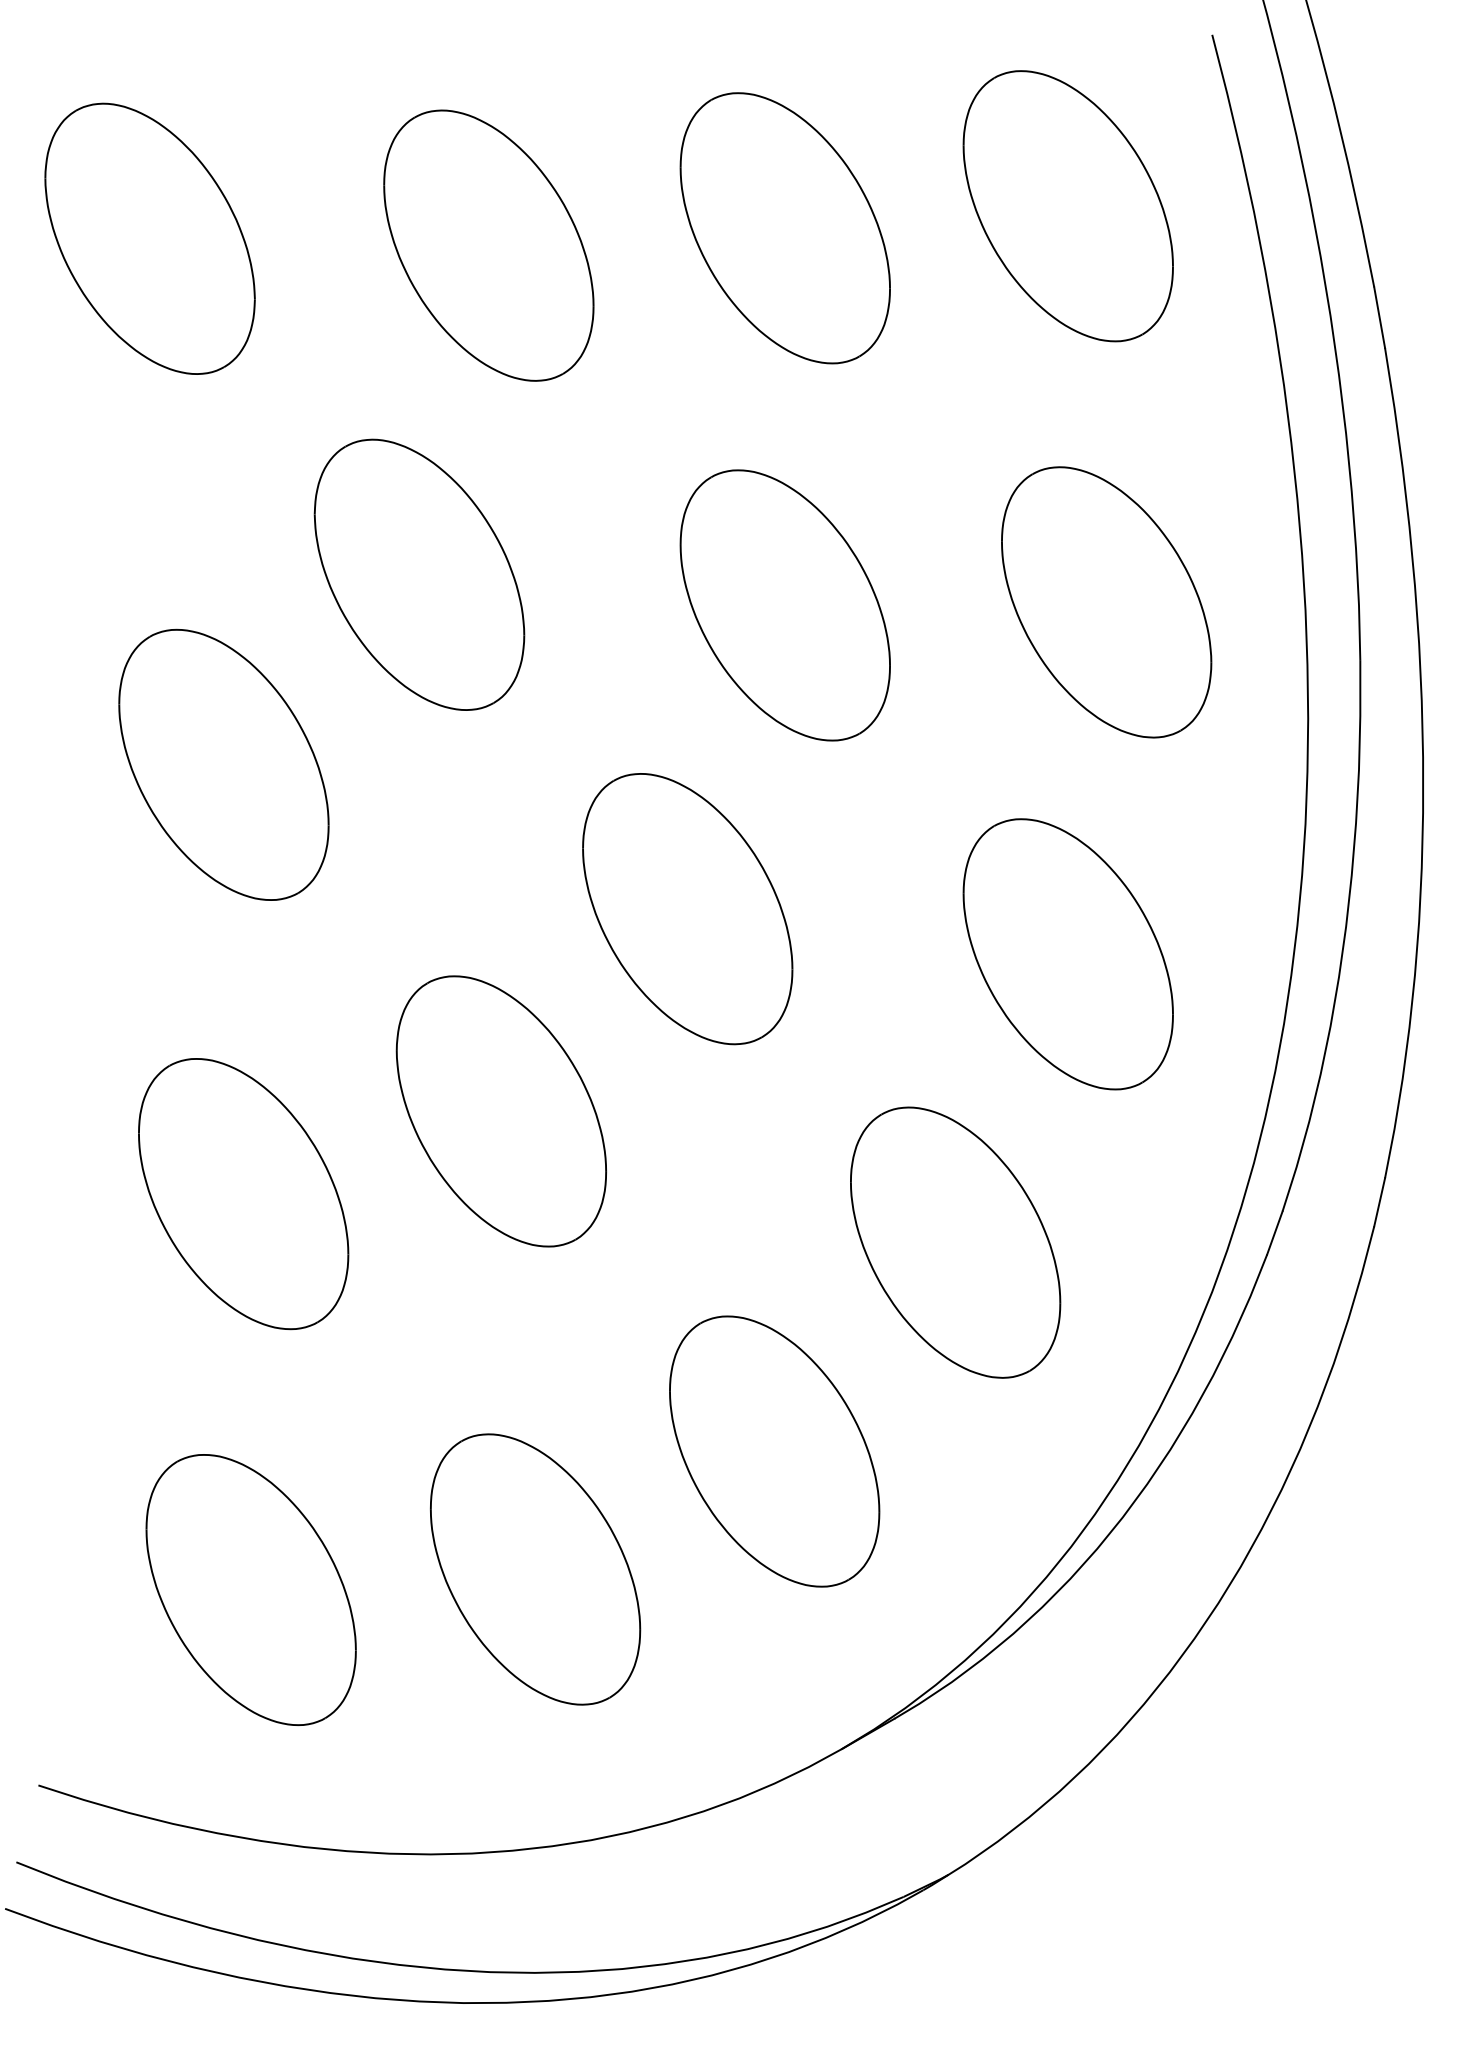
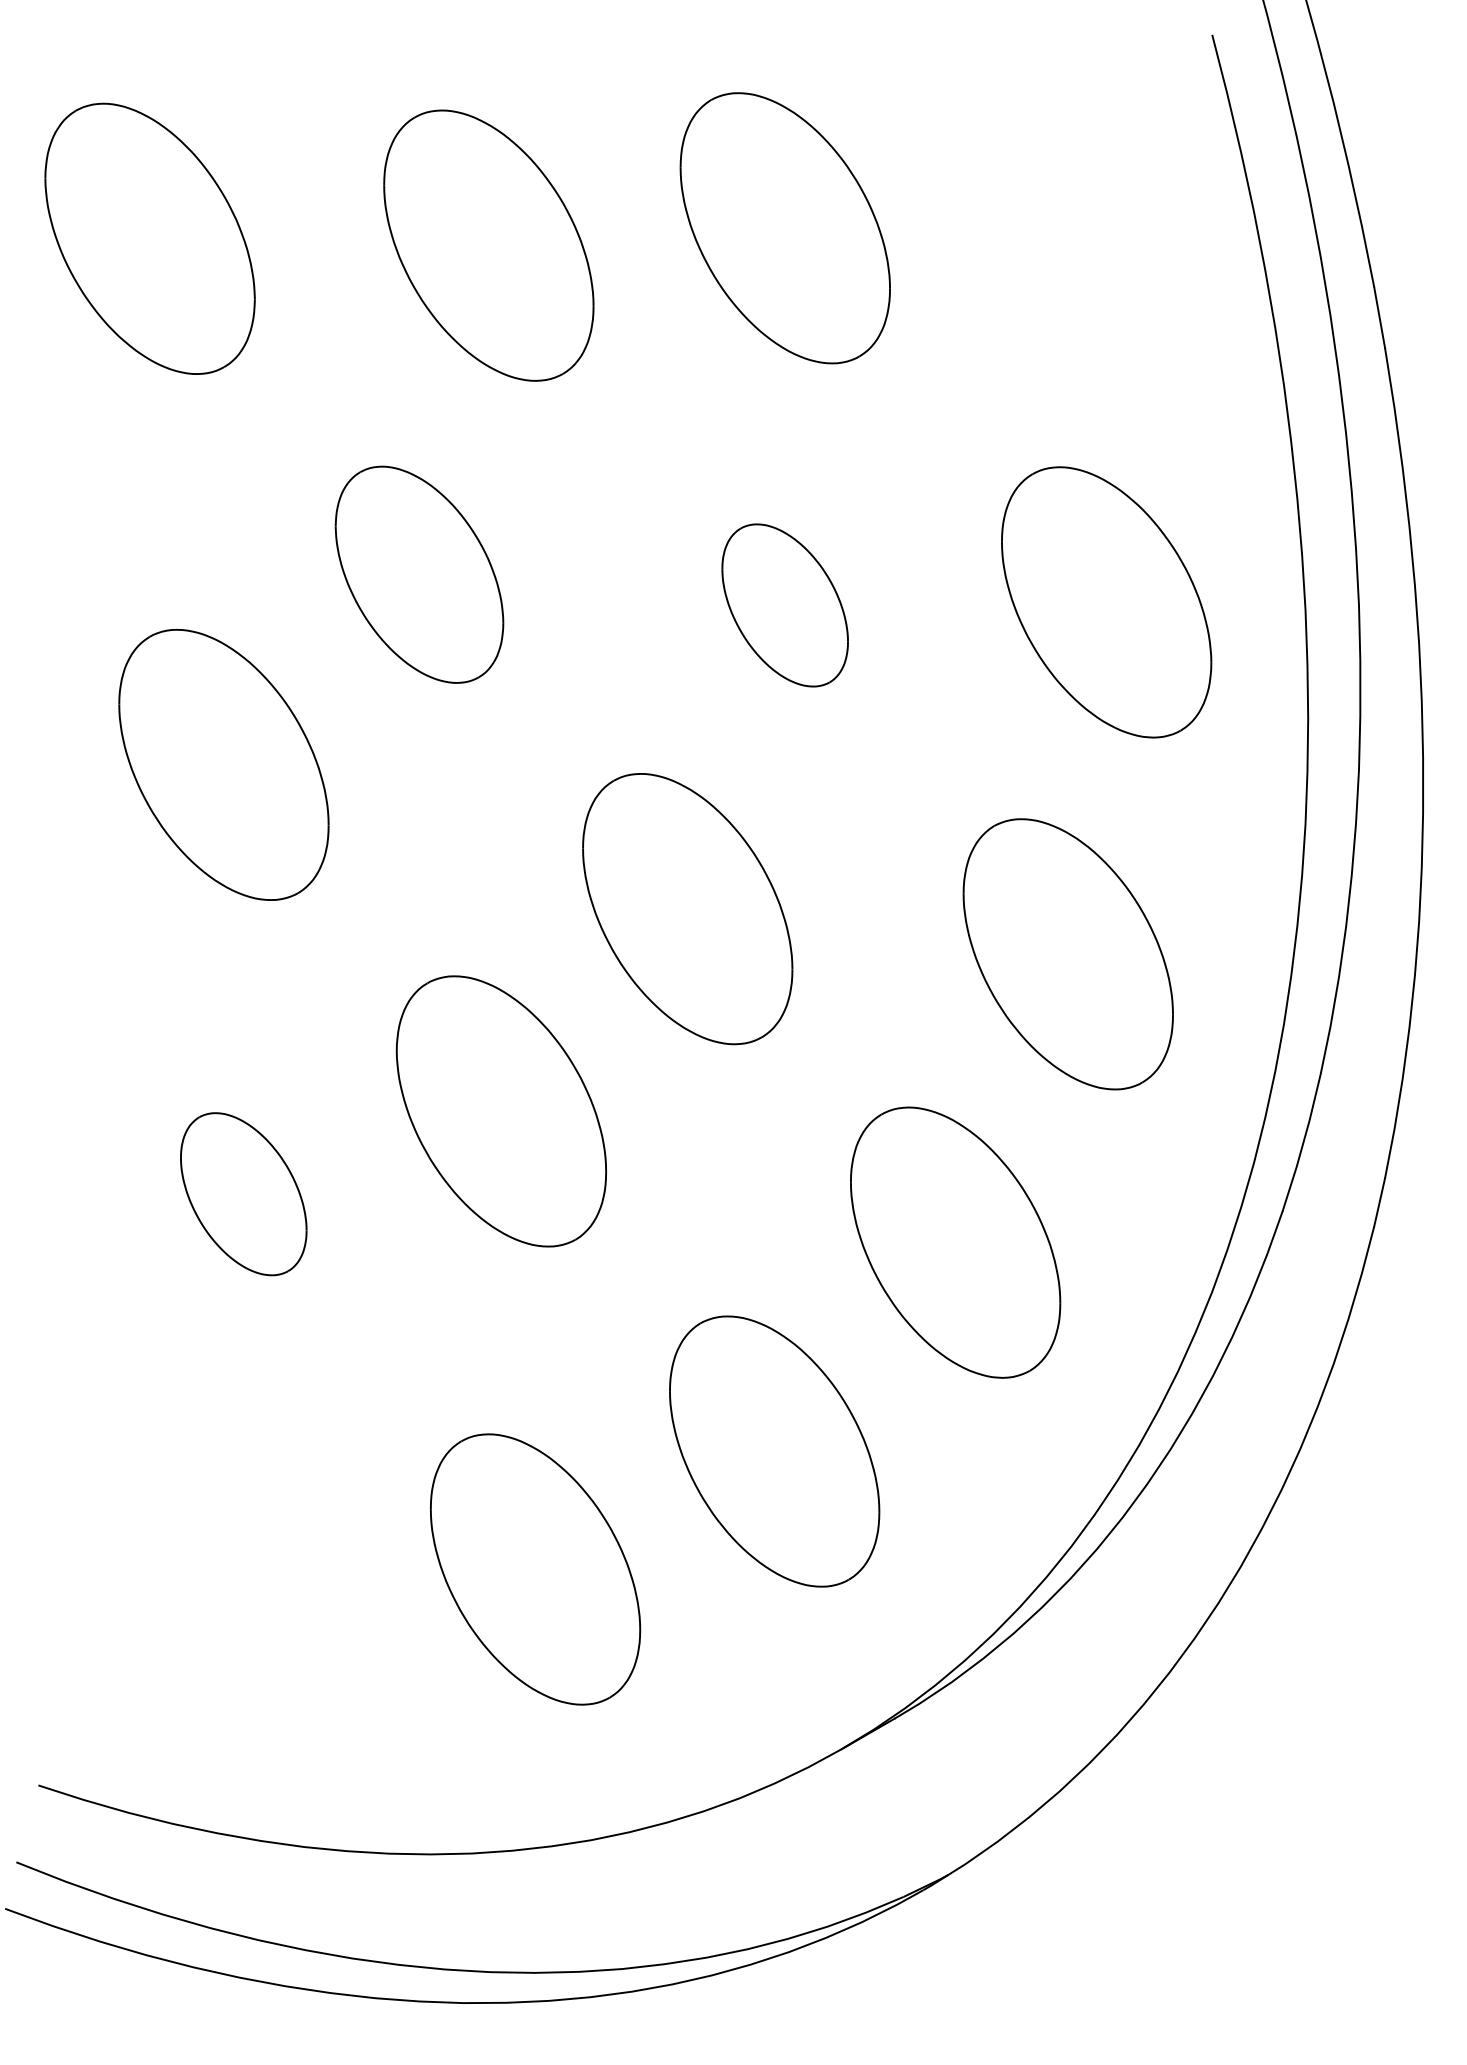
part at (1067, 206): present -> none
part at (419, 574) size: 213x273 px -> 171x219 px
part at (784, 605) size: 212x273 px -> 128x165 px
part at (243, 1194) size: 212x273 px -> 128x165 px
part at (250, 1589): present -> none
